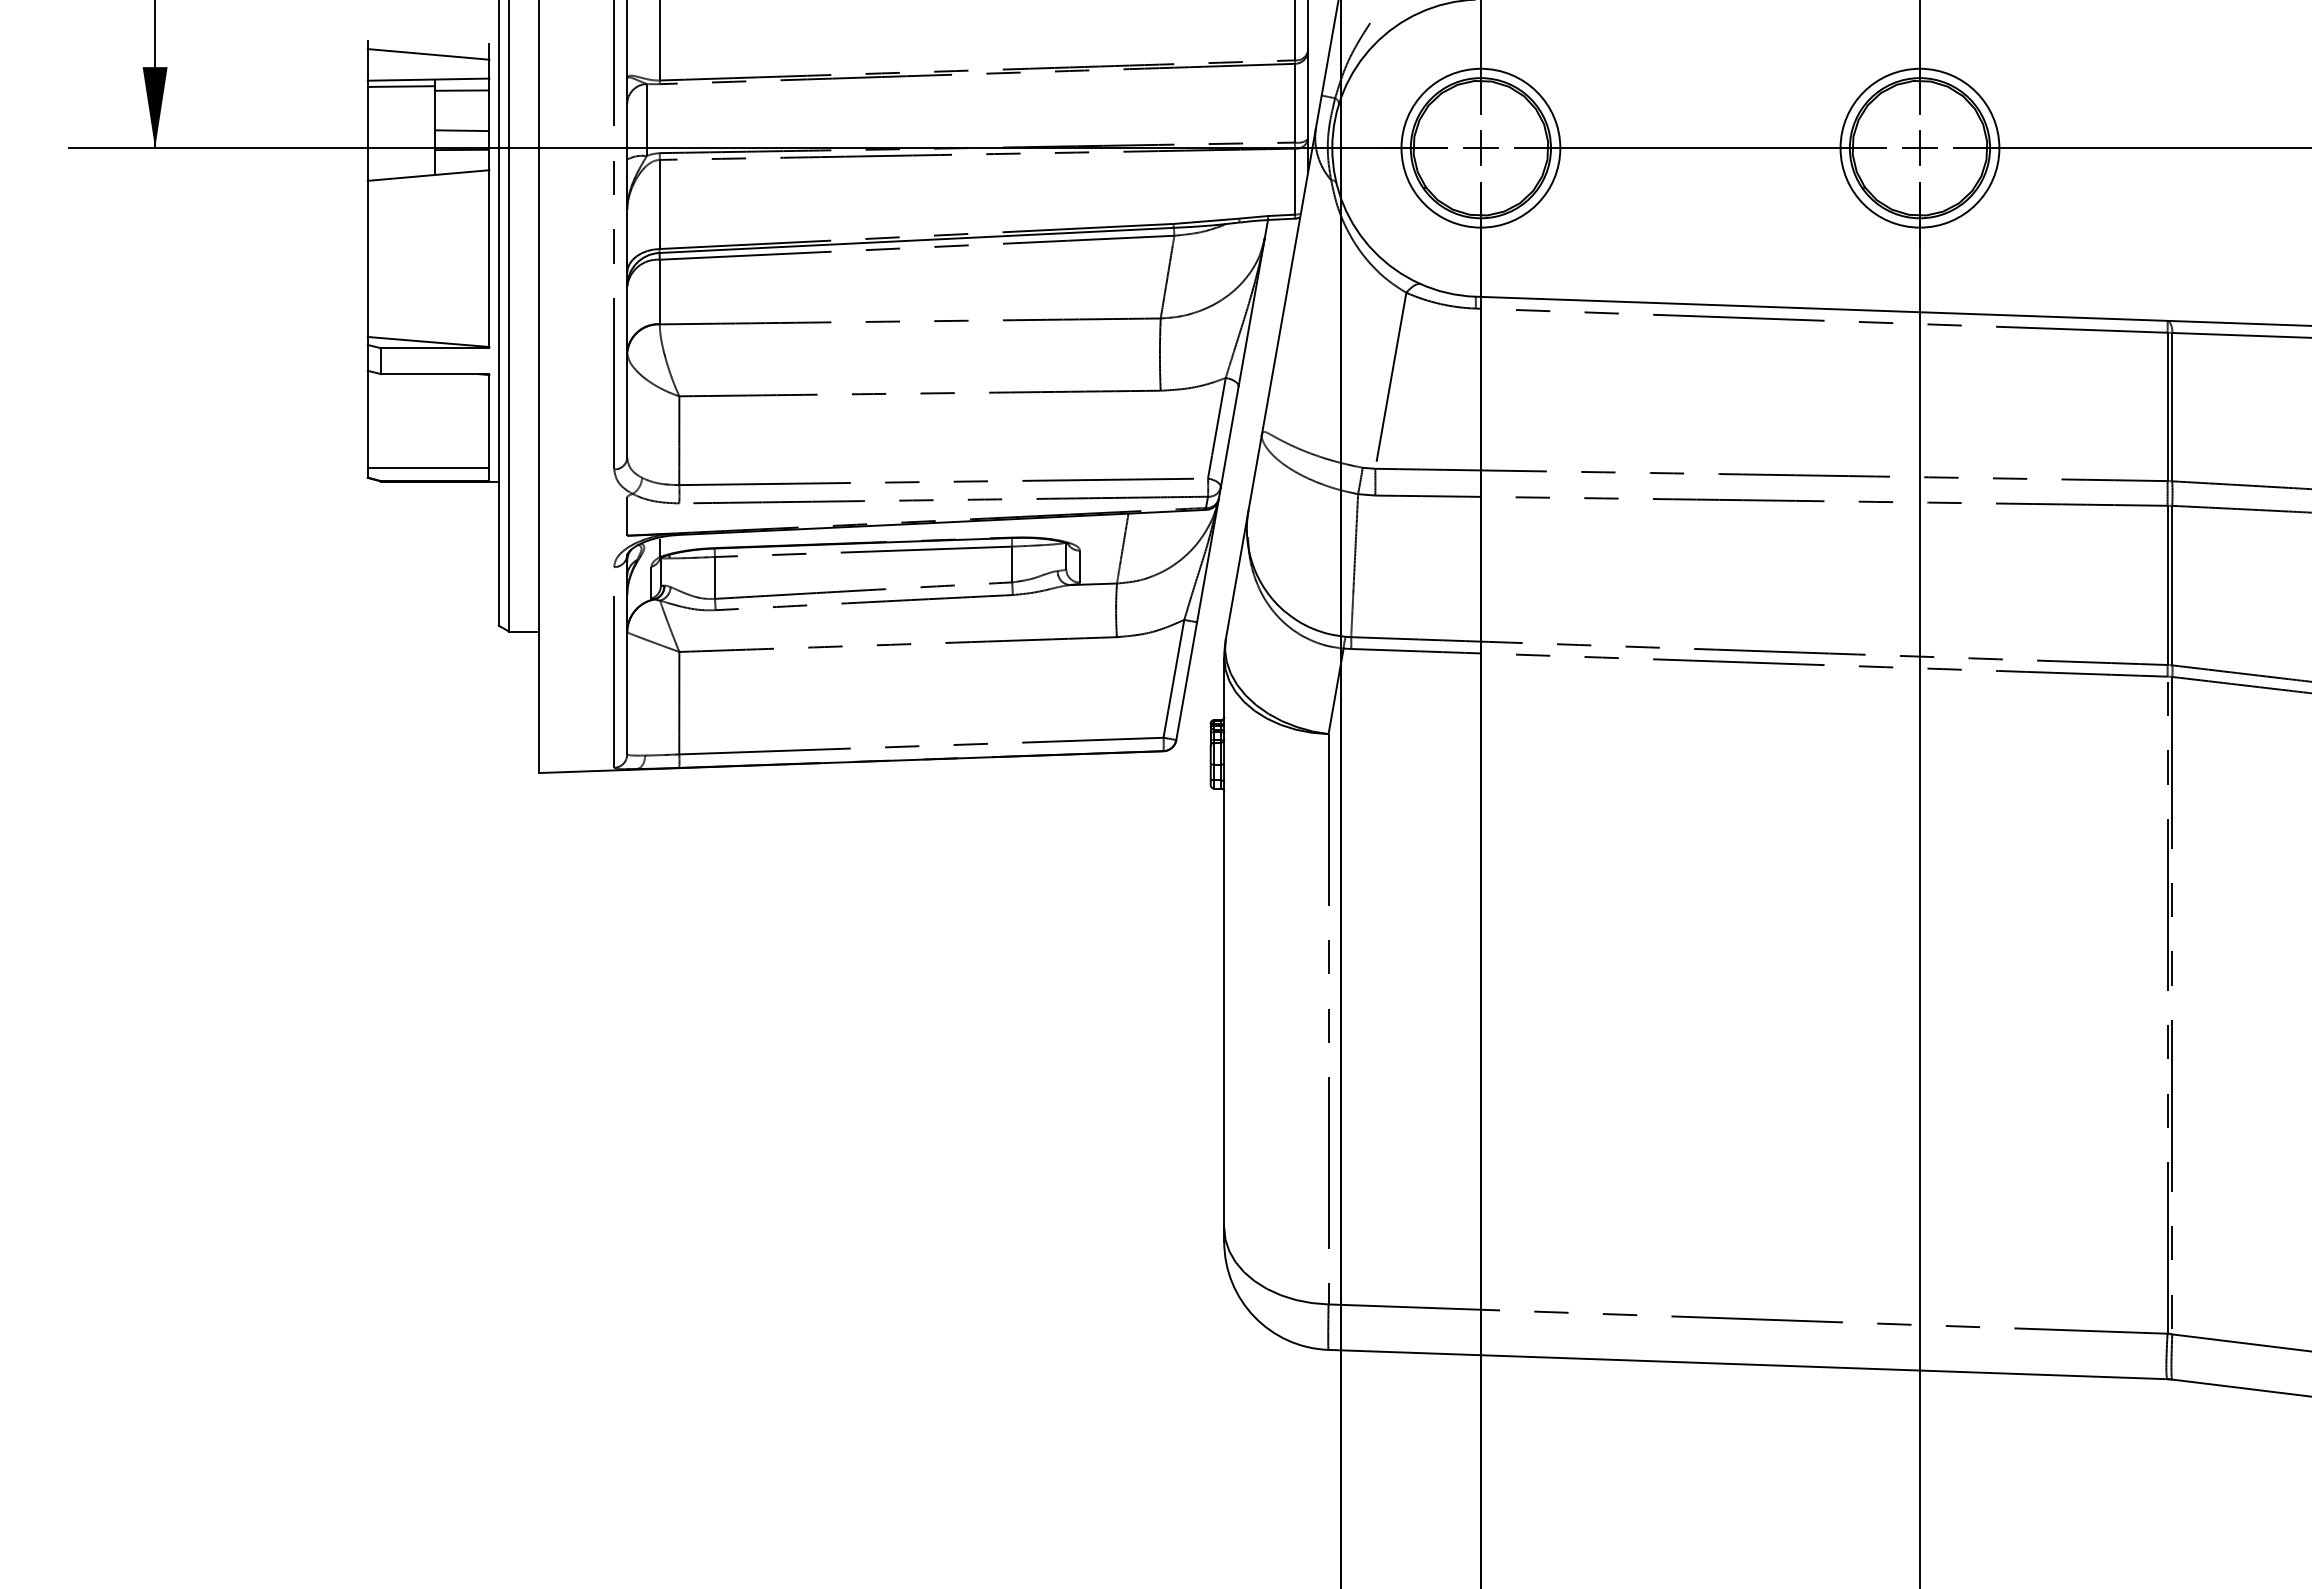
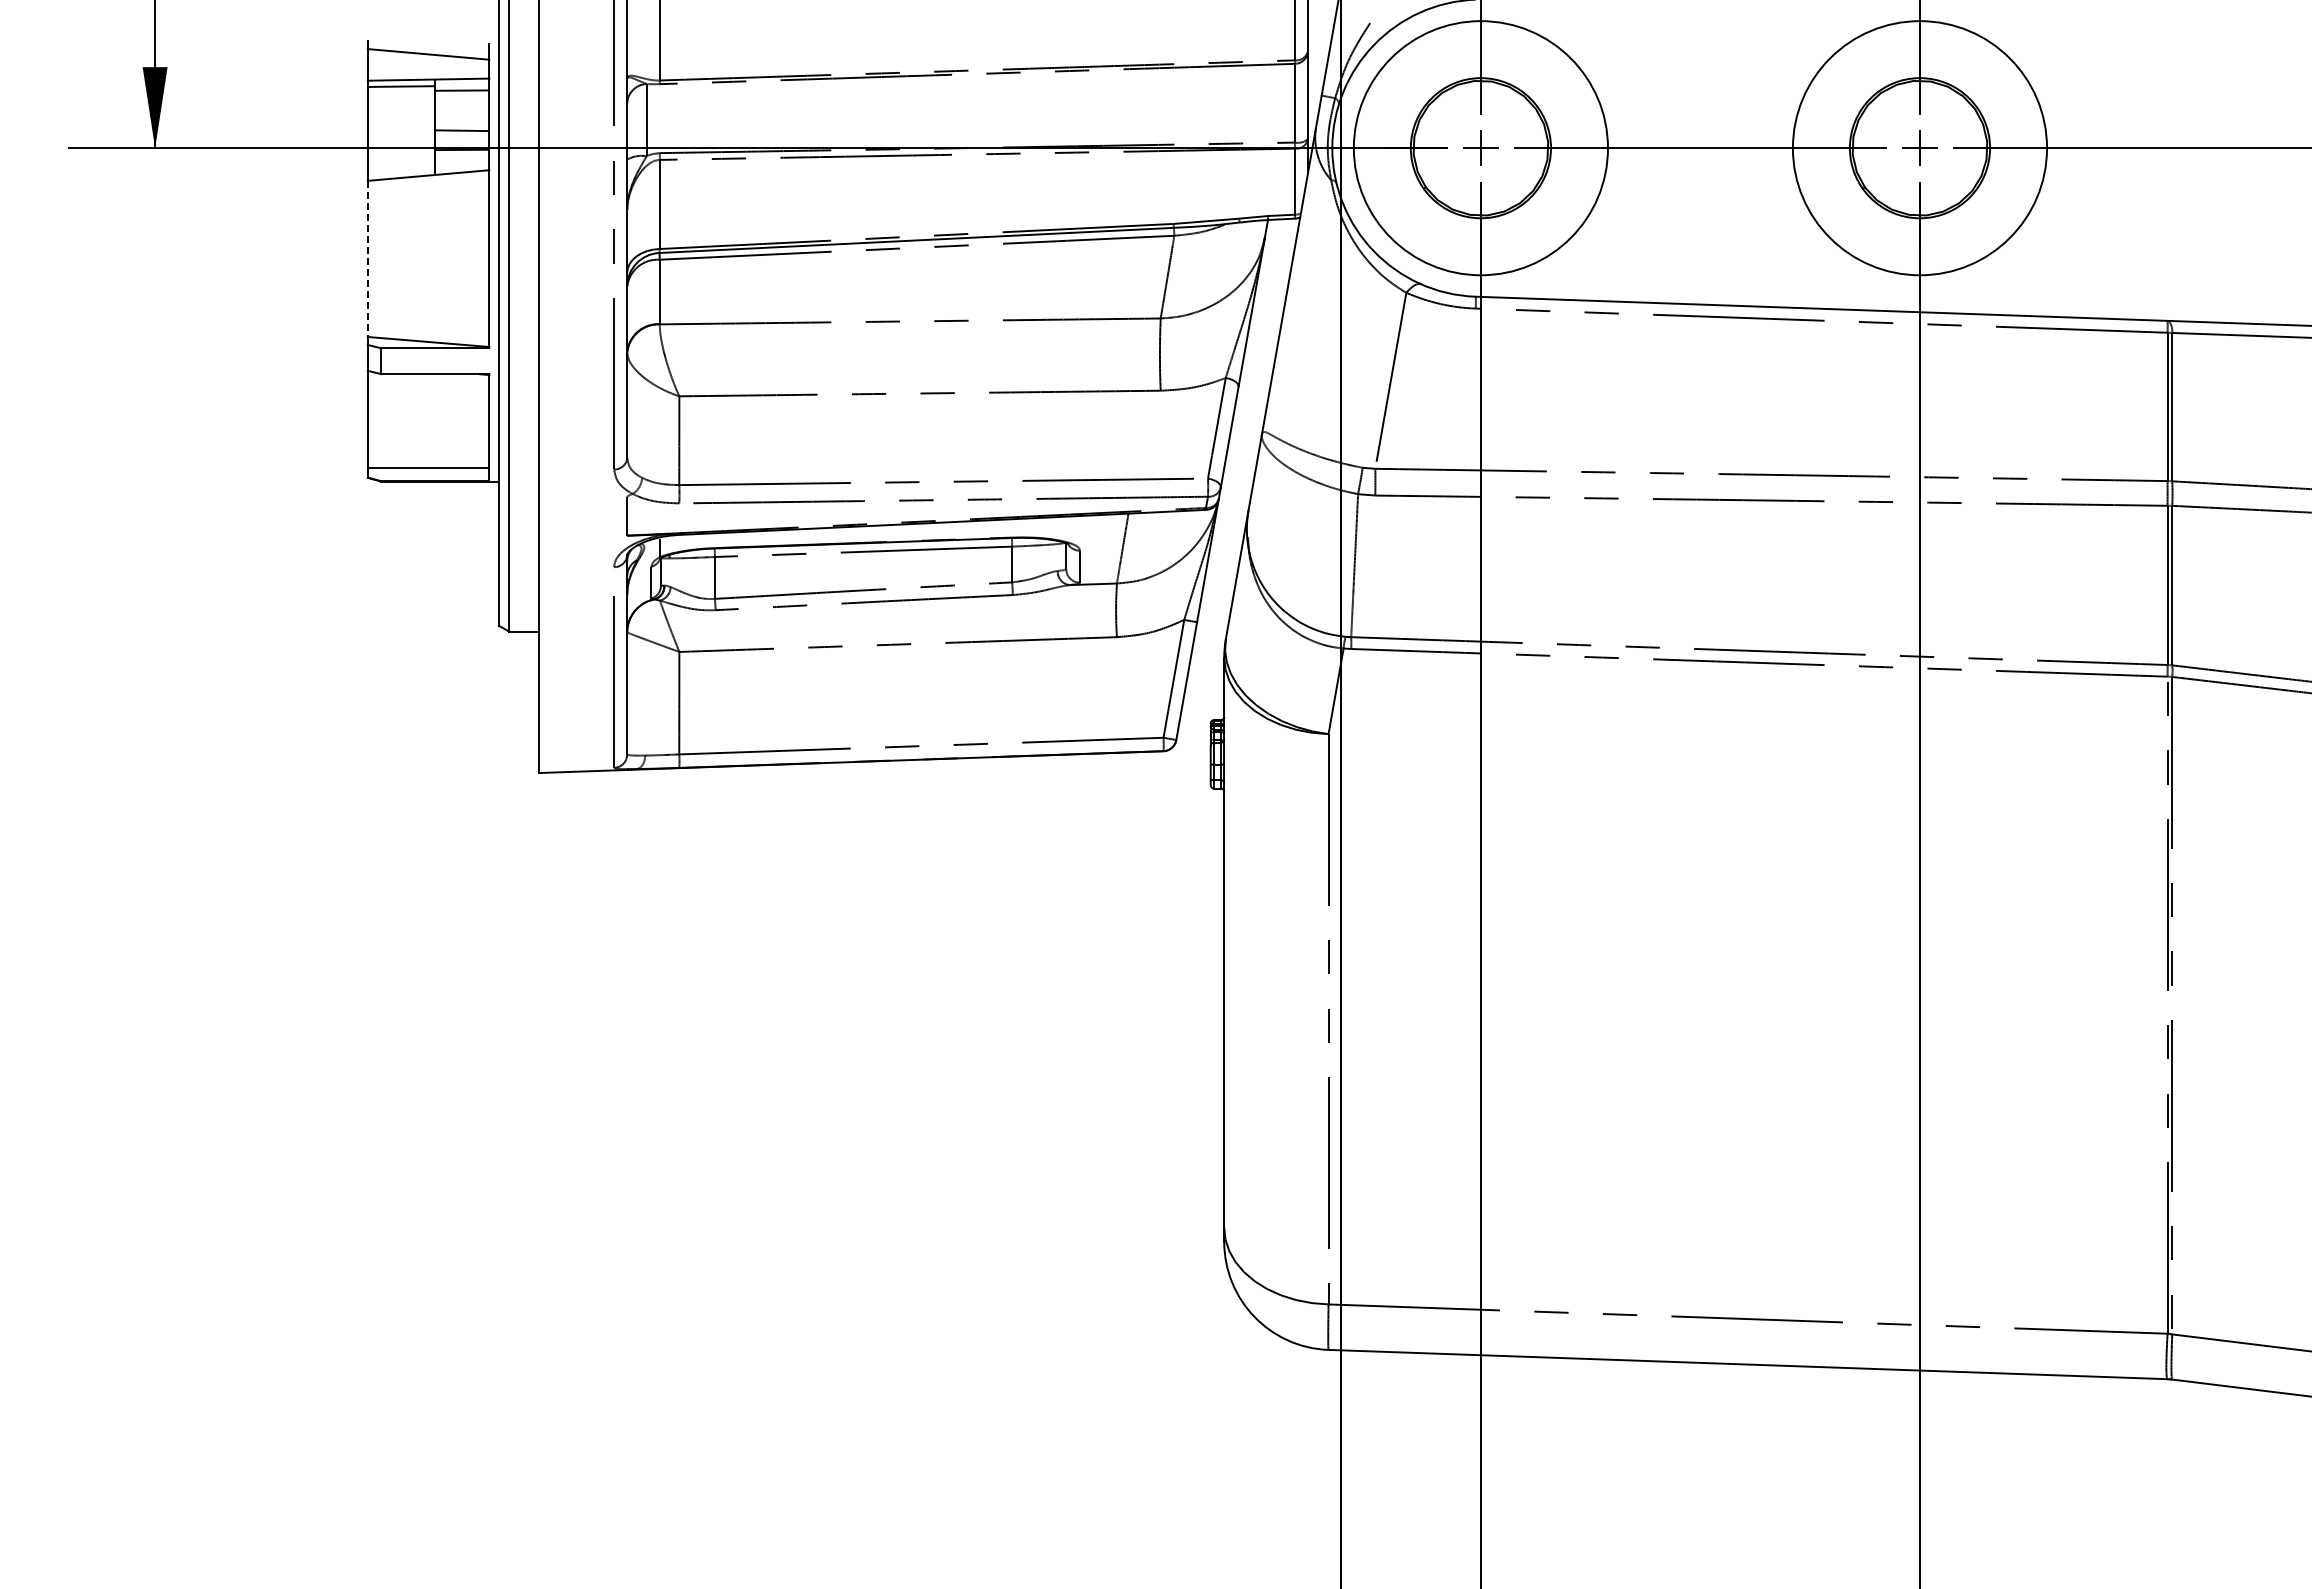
circle at (1480, 147) diameter: 159 px -> 254 px
circle at (1919, 147) diameter: 159 px -> 254 px
line at (367, 259): solid -> dashed
